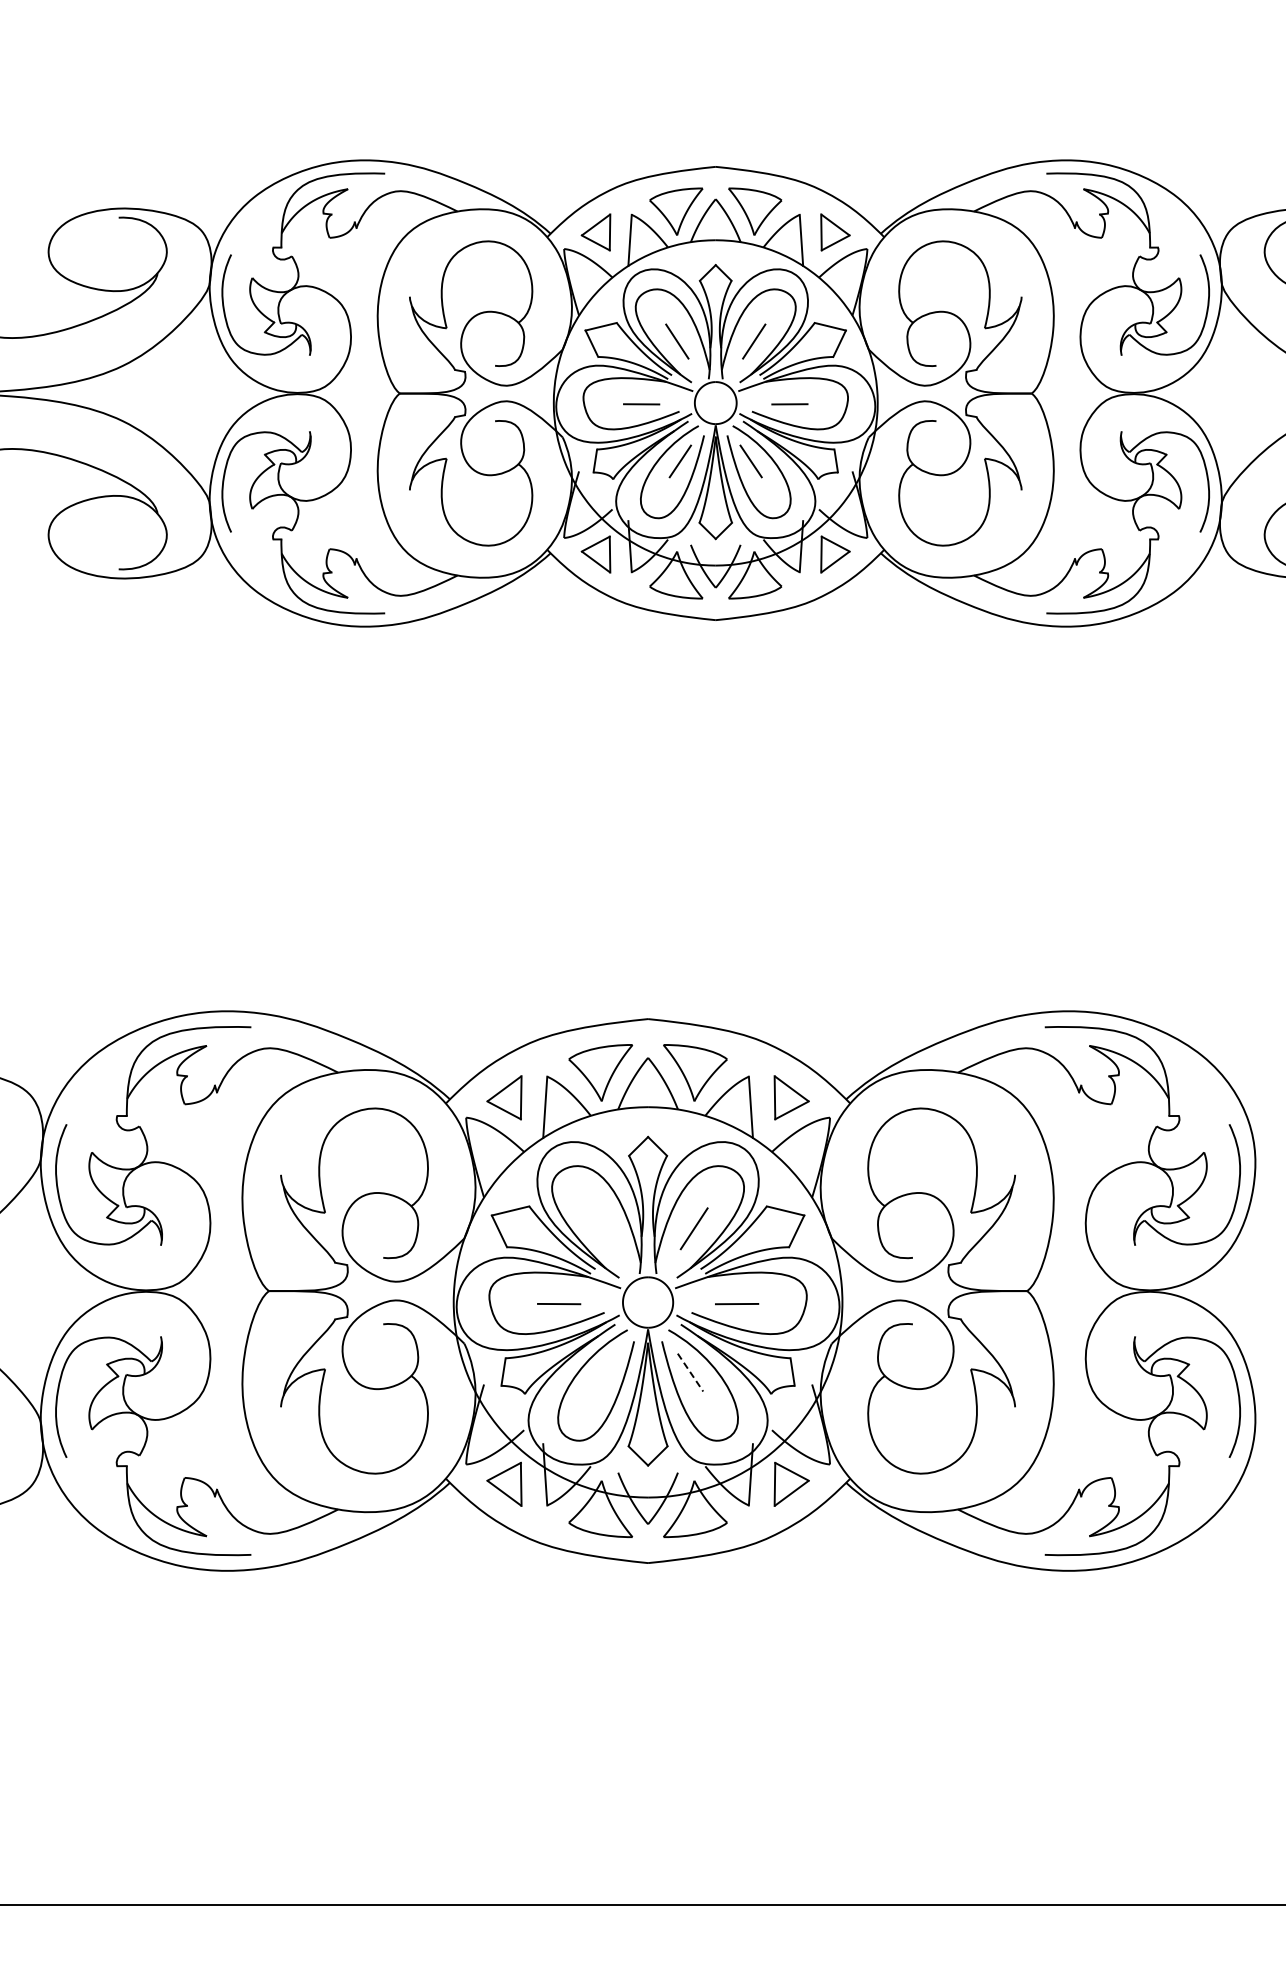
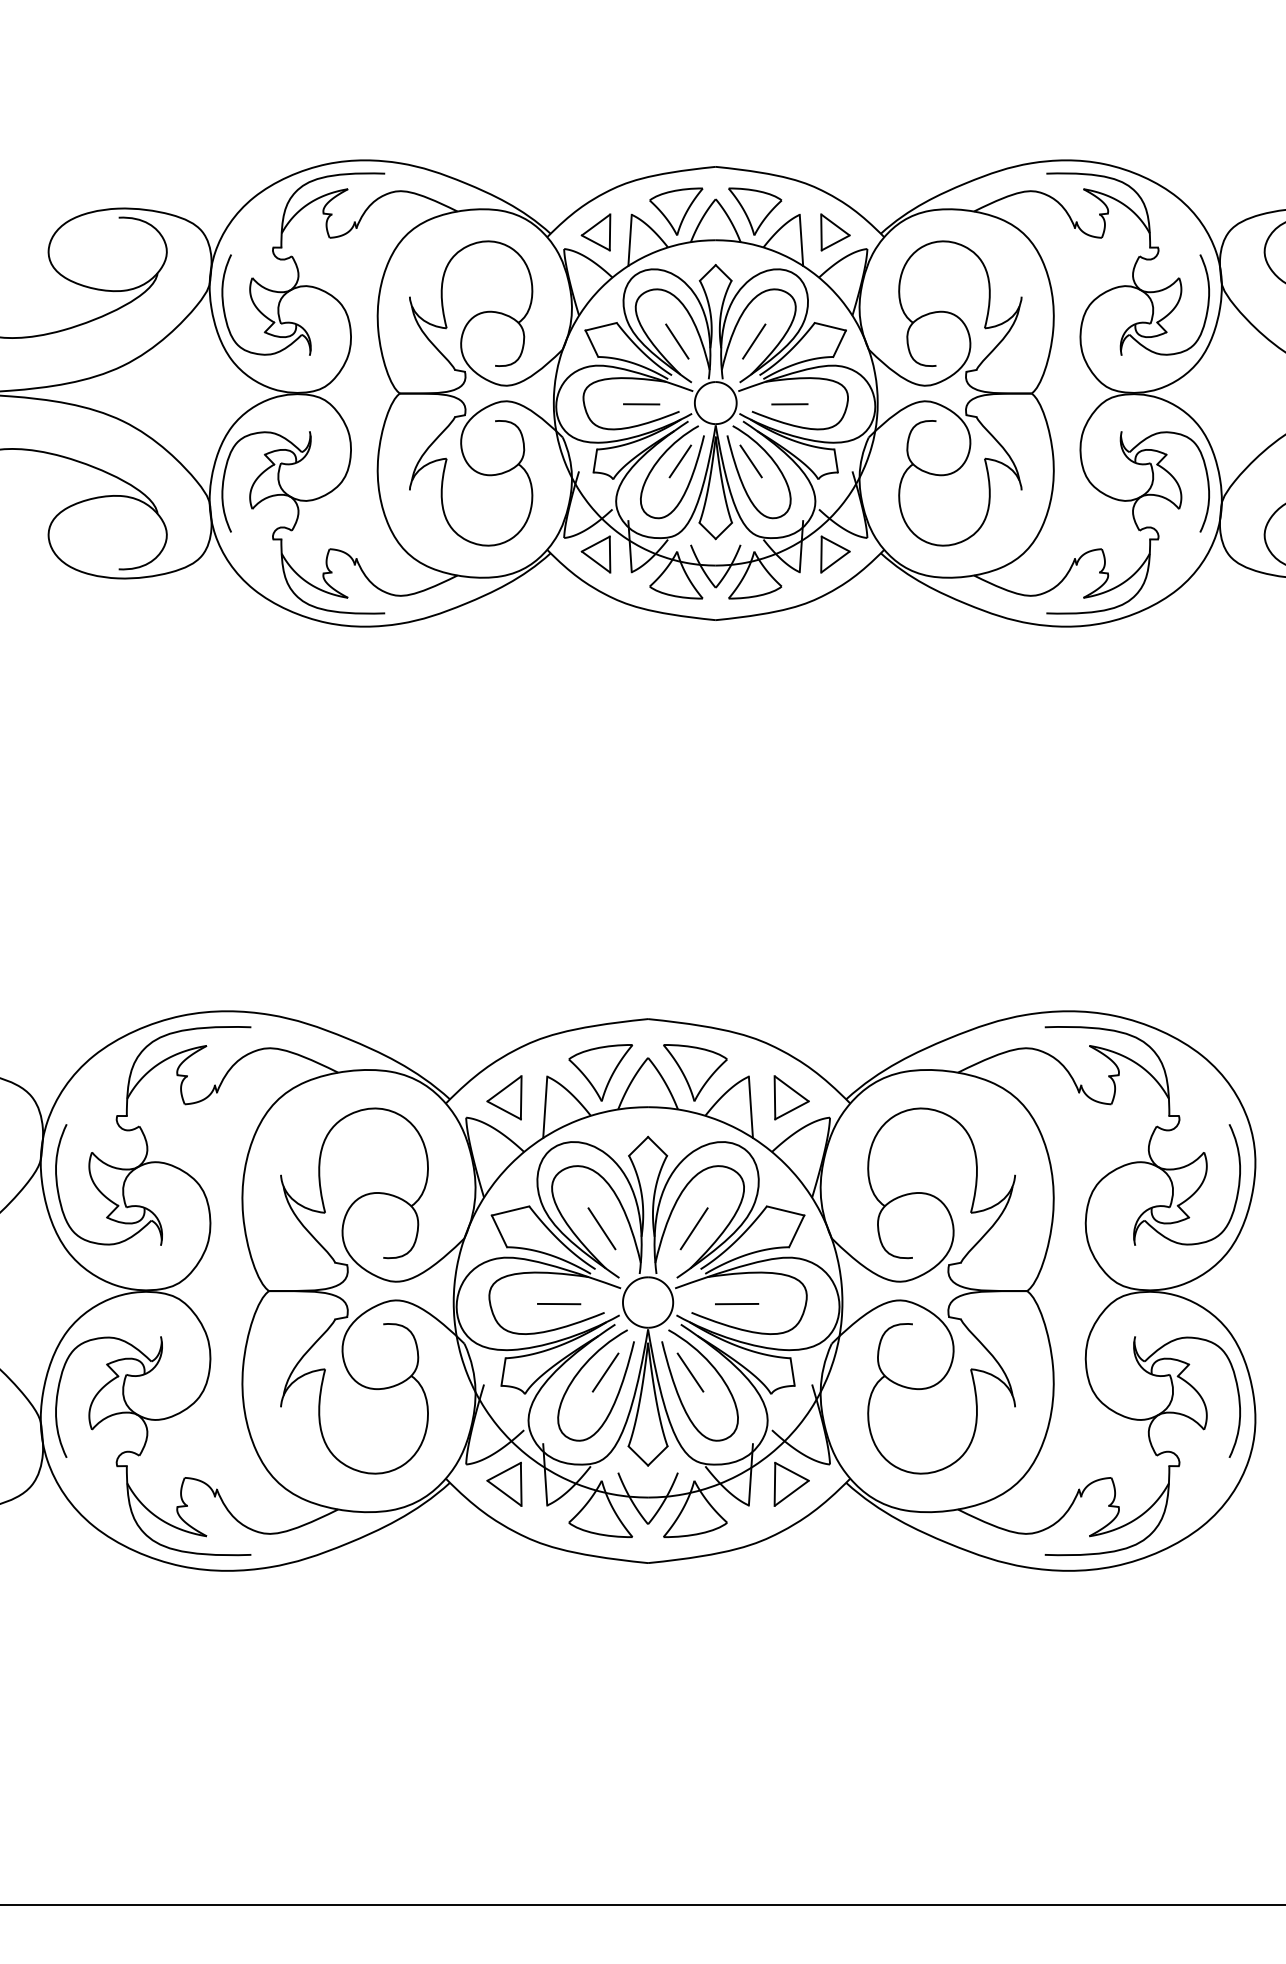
line at (601, 1228): none -> present
line at (605, 1372): none -> present
line at (690, 1372): dashed -> solid
